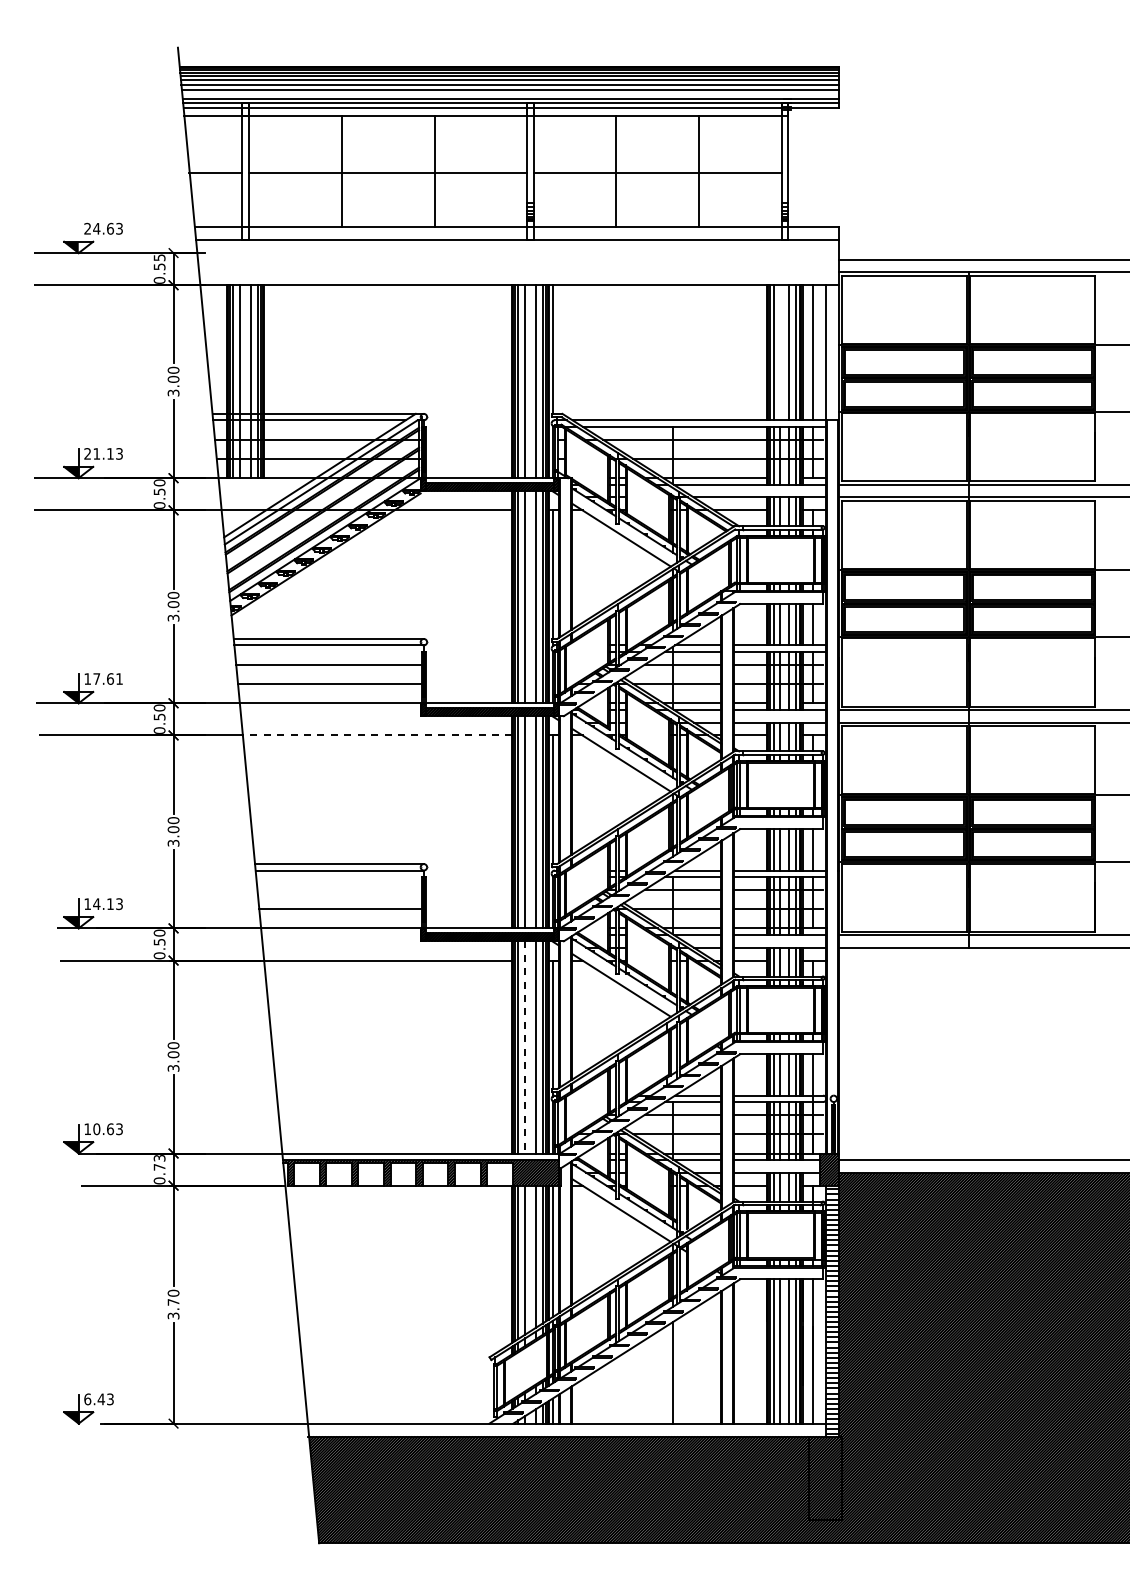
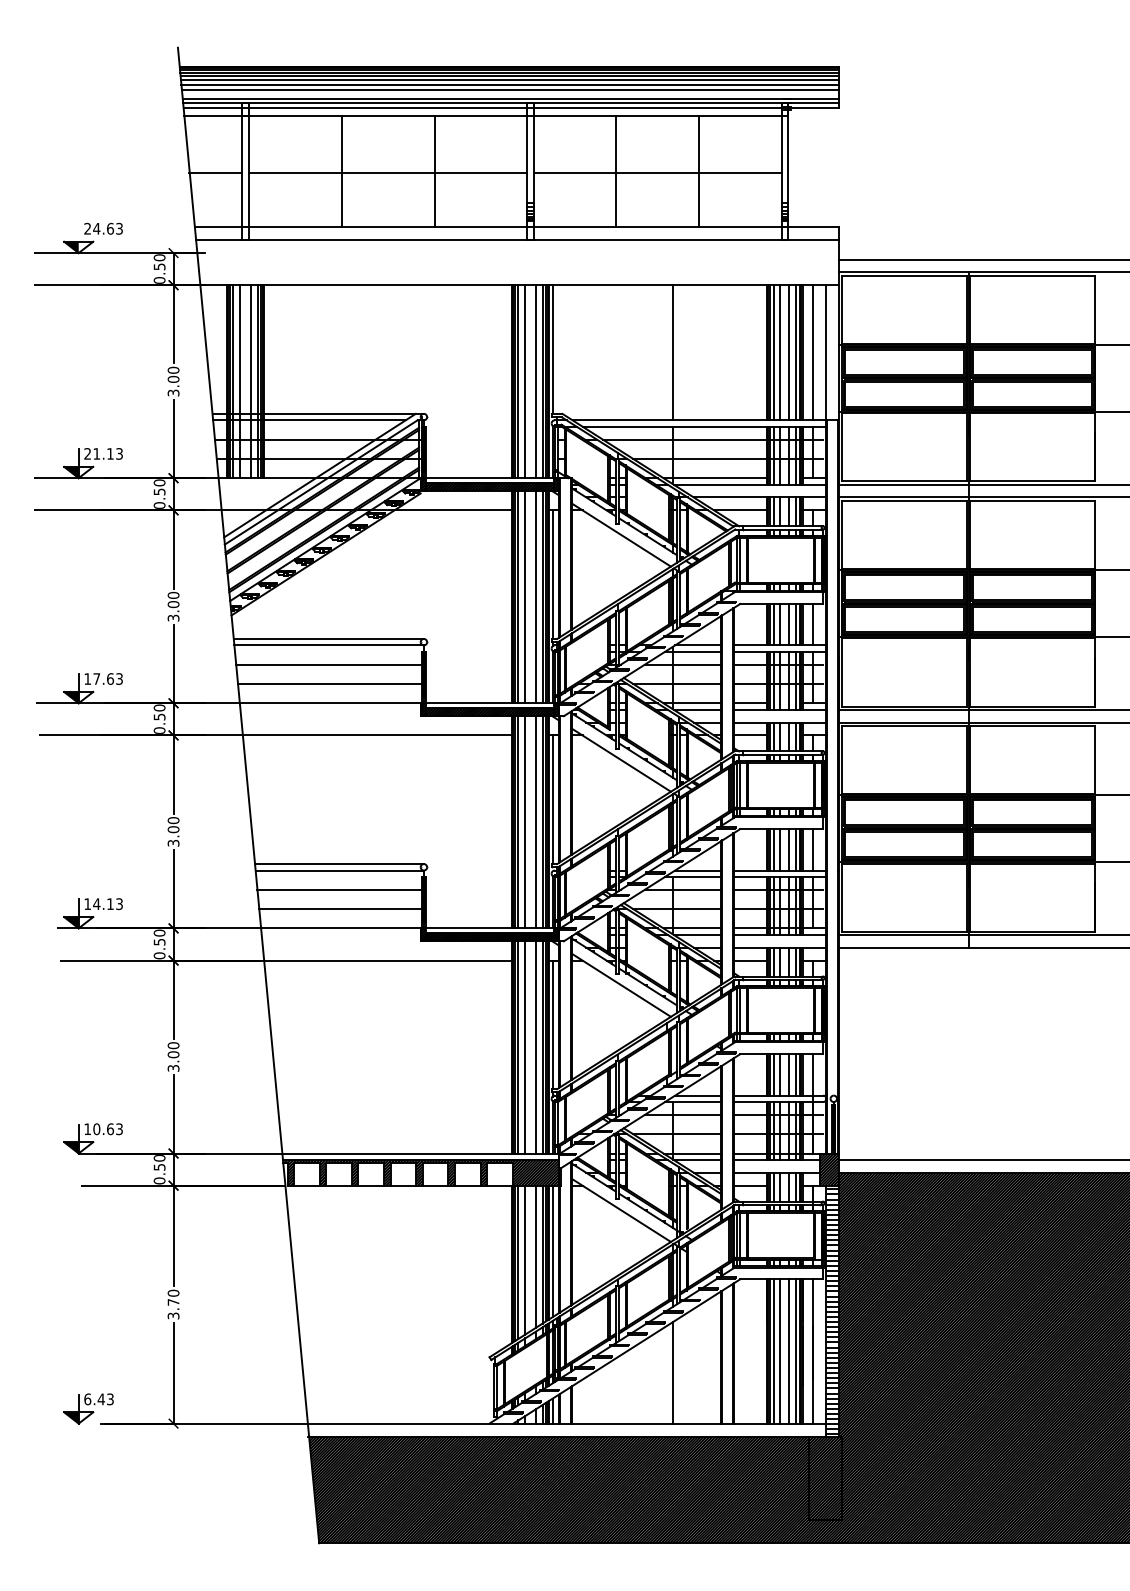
text at (159, 257): 0.55 -> 0.50
line at (673, 352): none -> present
line at (780, 352): none -> present
text at (119, 678): 17.61 -> 17.63
line at (377, 735): dashed -> solid
line at (339, 889): none -> present
line at (525, 1047): dashed -> solid
text at (159, 1162): 0.73 -> 0.50
